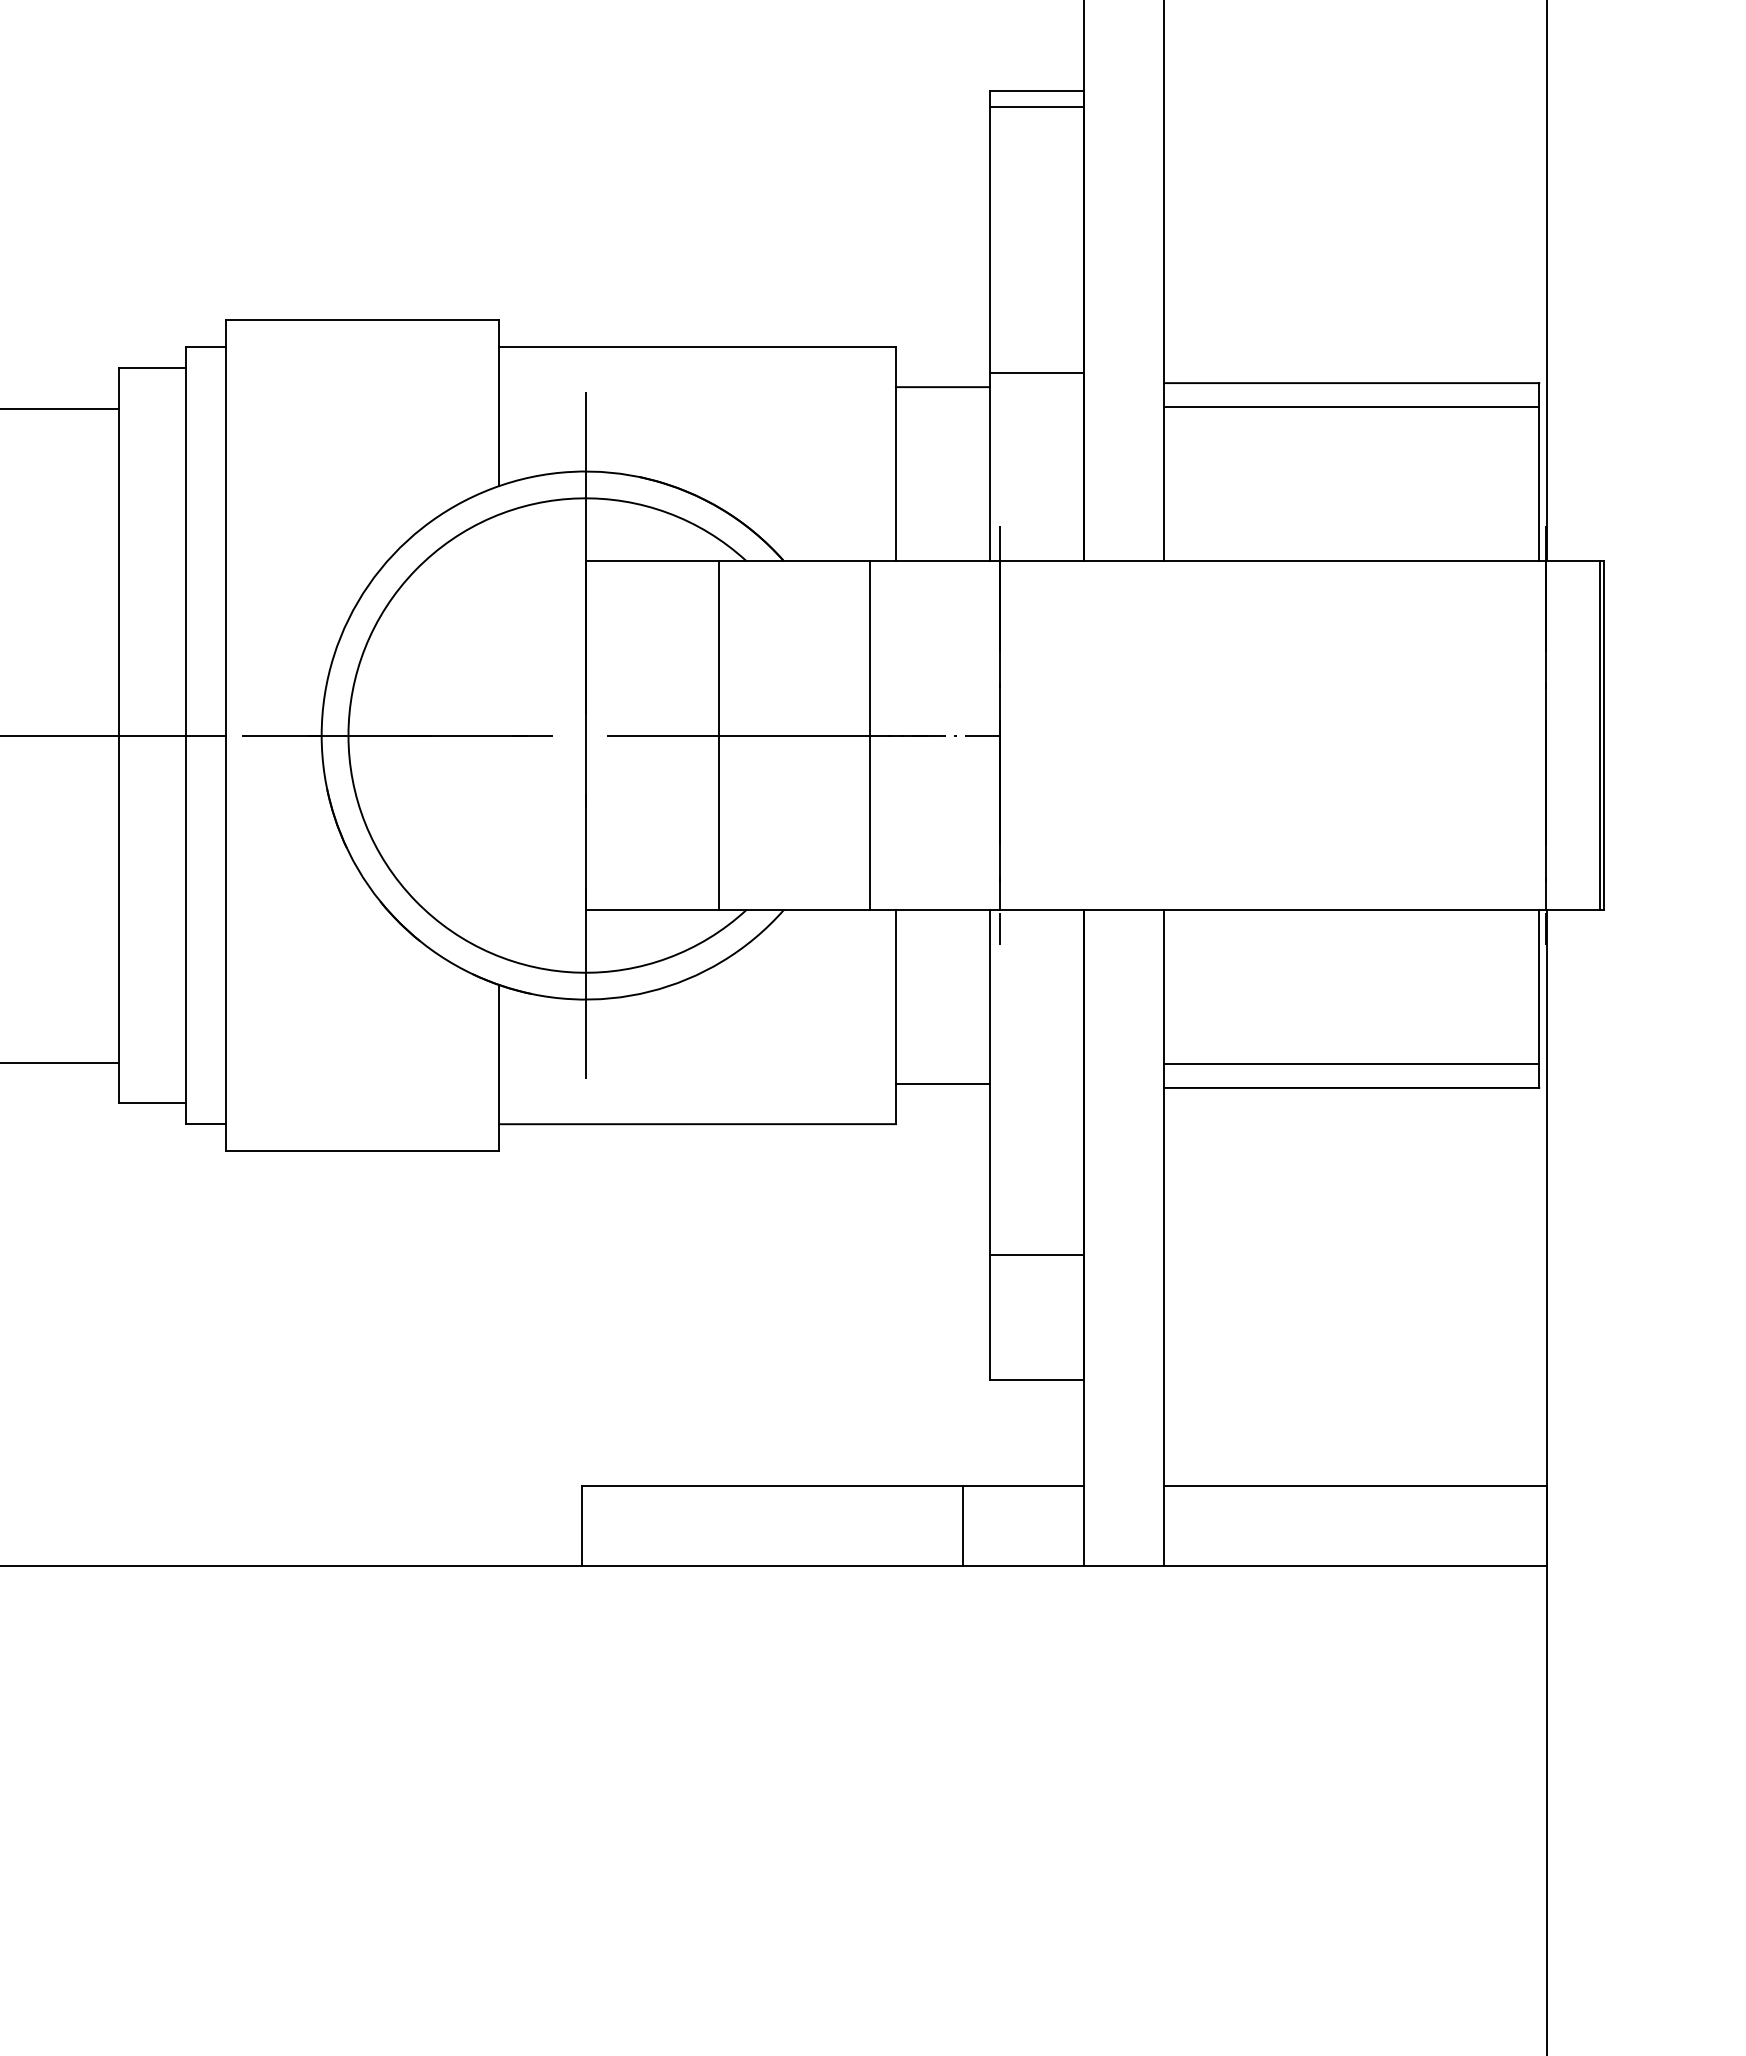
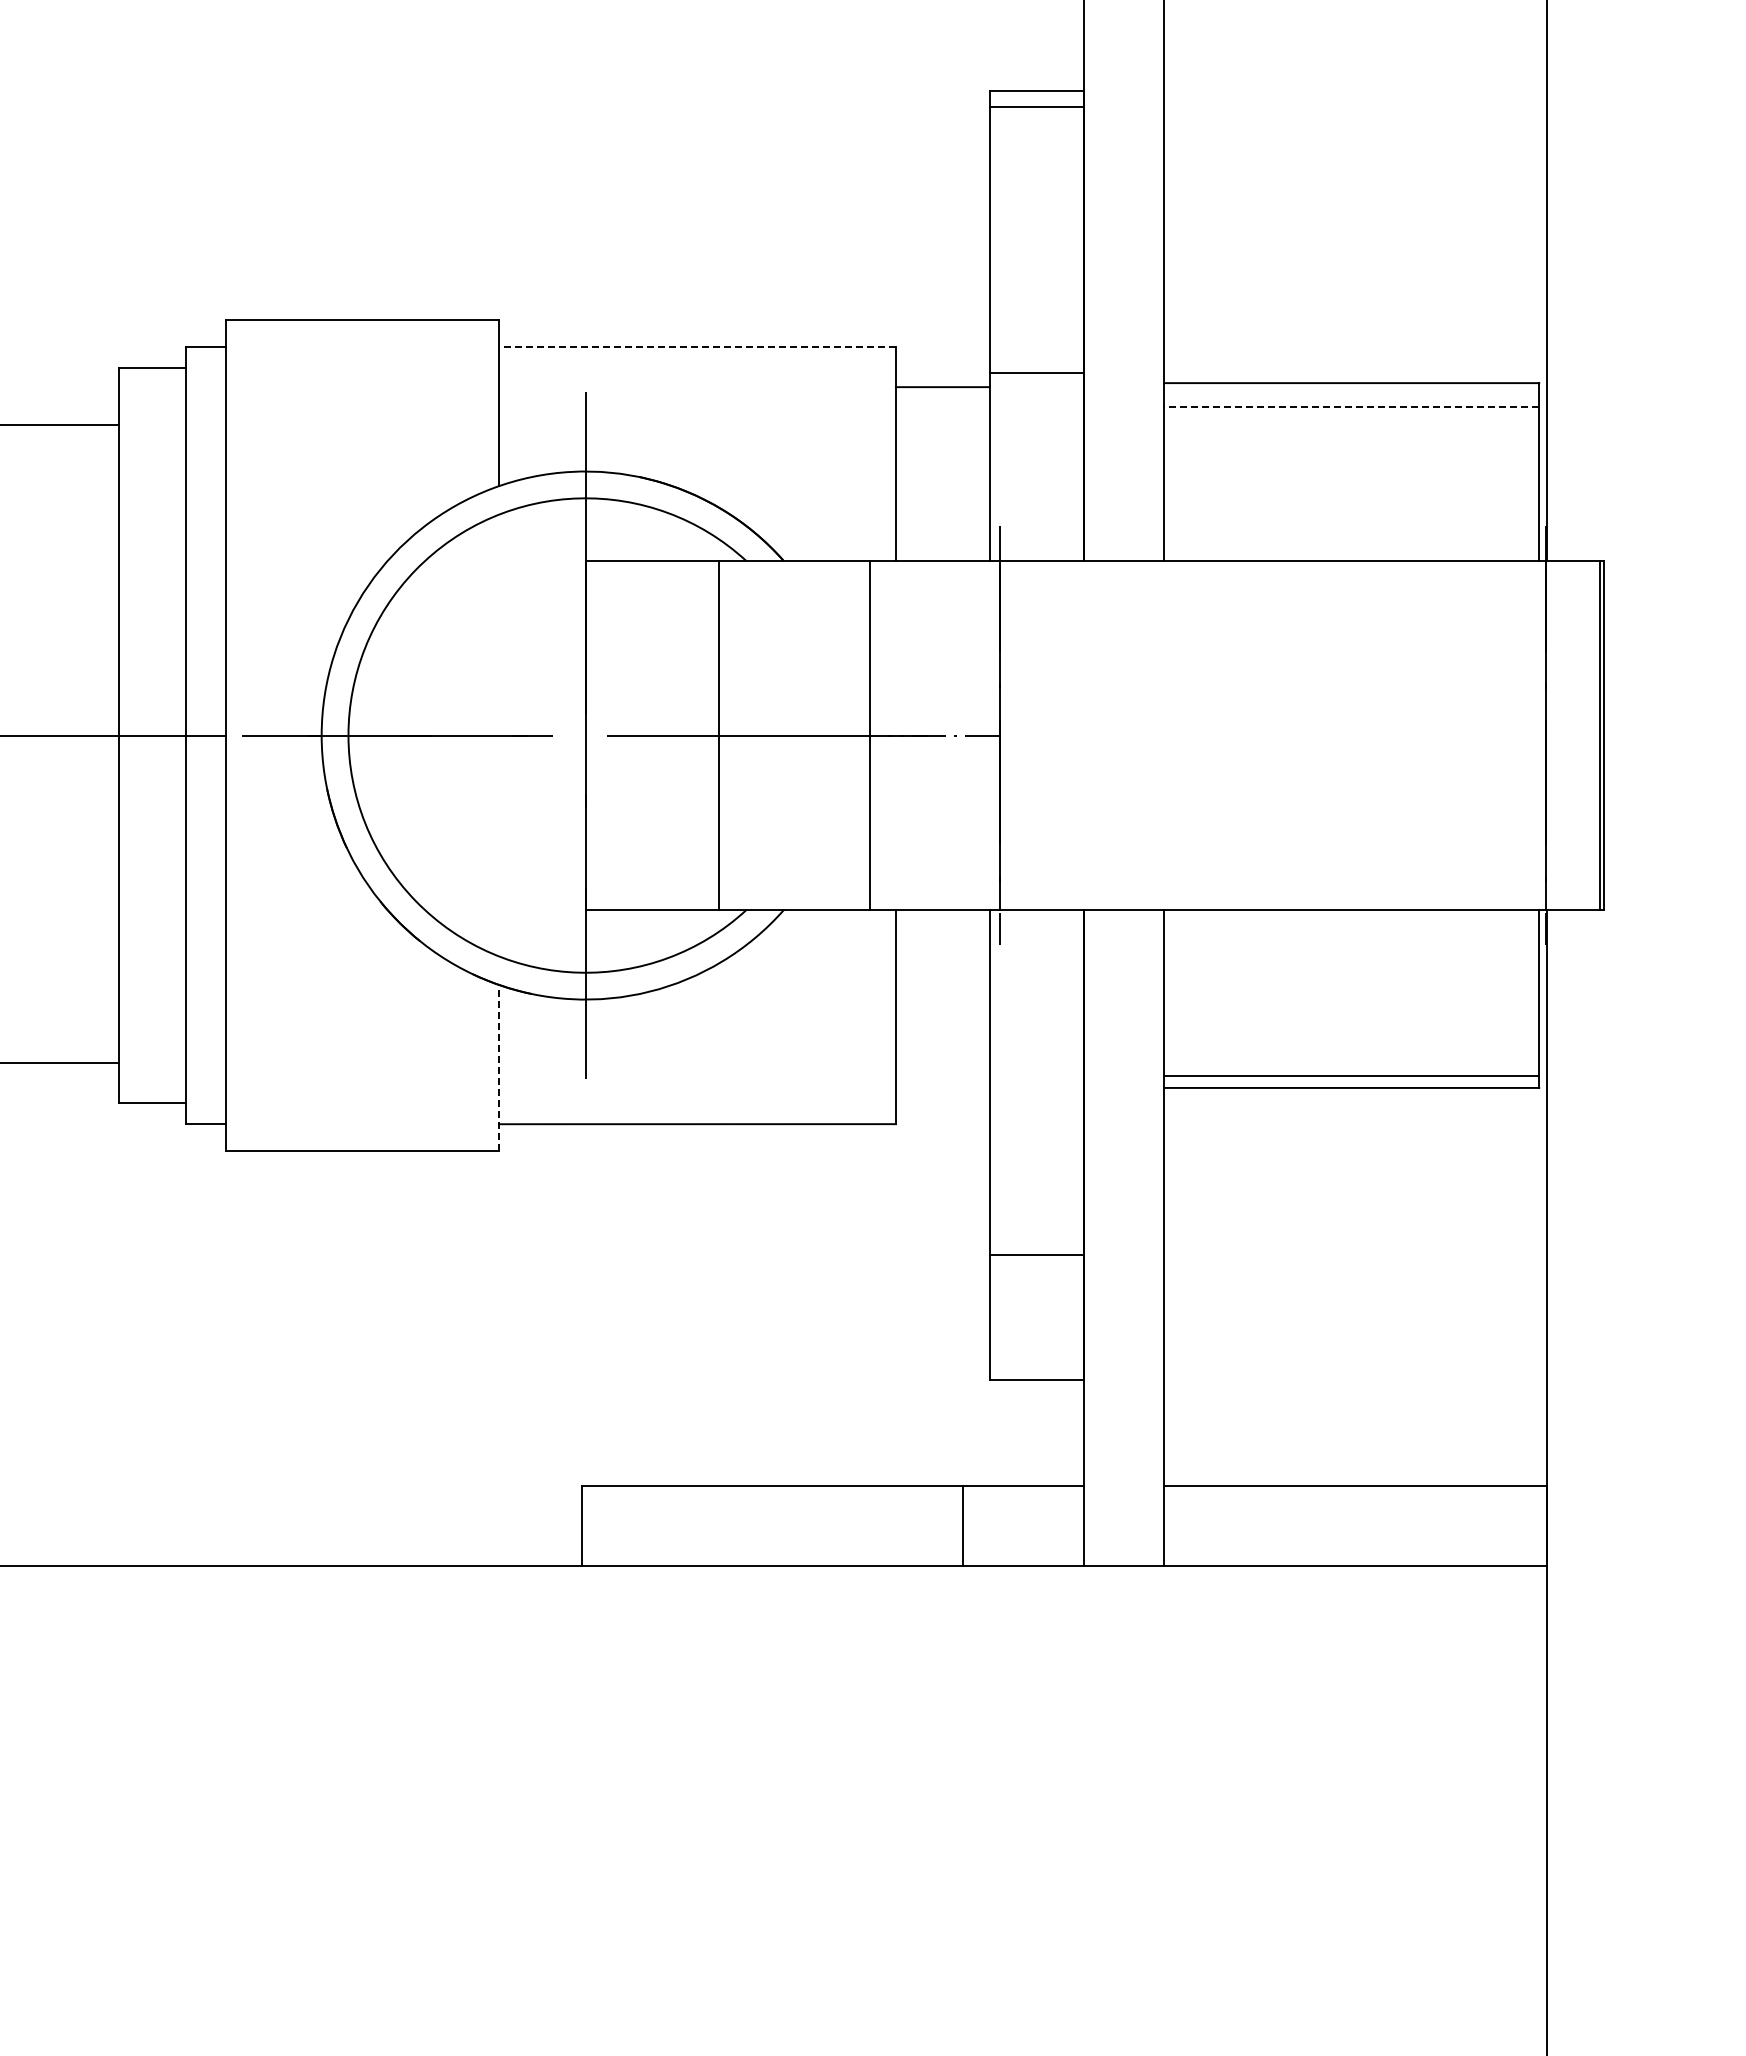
line at (697, 346): solid -> dashed
line at (1351, 407): solid -> dashed
line at (60, 408) position: (60, 408) -> (60, 424)
line at (1351, 1063) position: (1351, 1063) -> (1351, 1075)
line at (499, 1068): solid -> dashed
line at (942, 1083): present -> none
